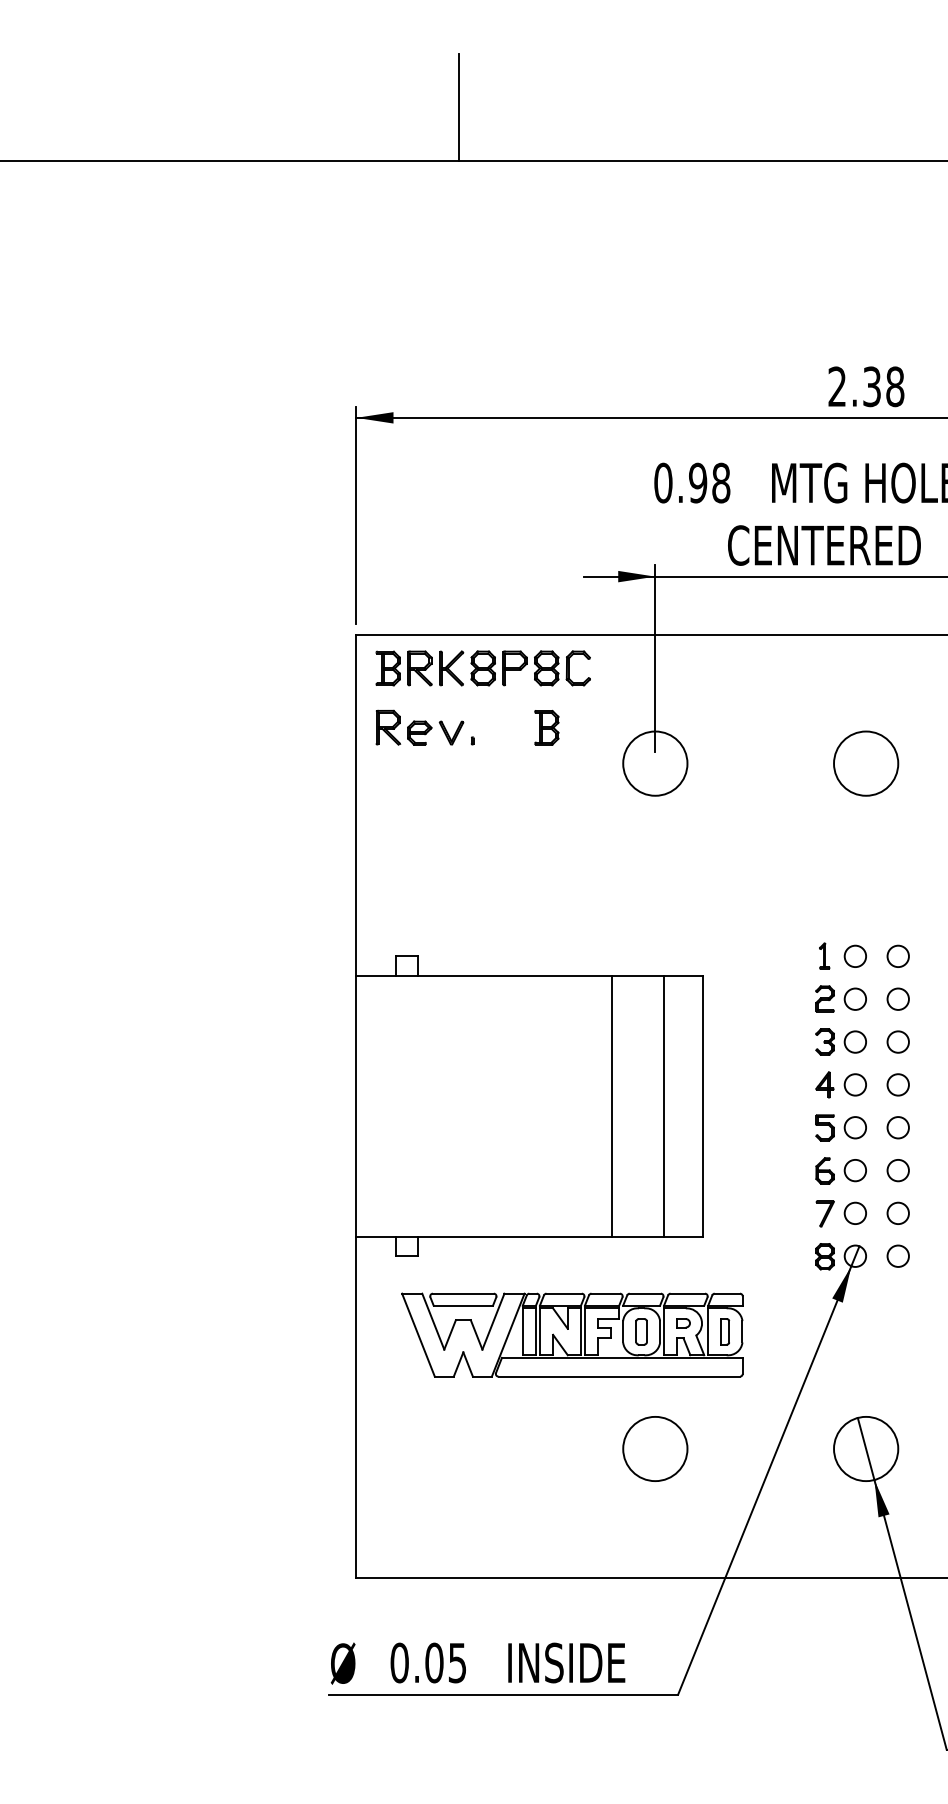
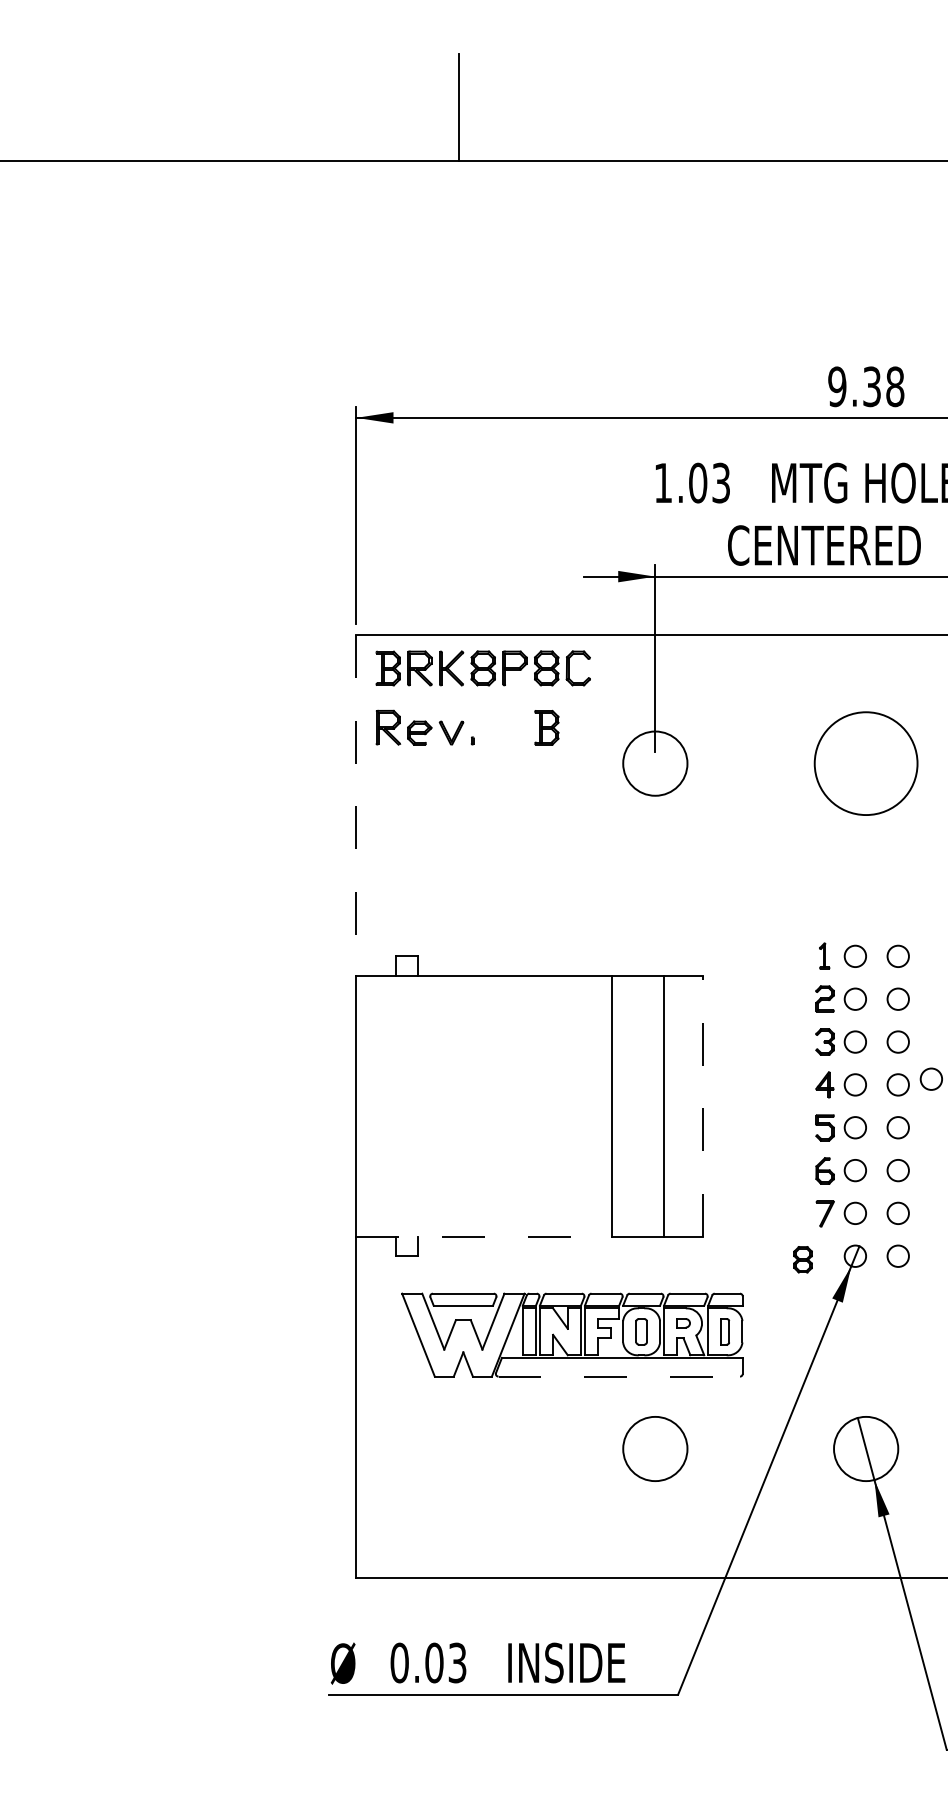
text at (837, 386): 2.38 -> 9.38
text at (692, 482): 0.98 -> 1.03
circle at (866, 763) diameter: 64 px -> 103 px
line at (356, 805): solid -> dashed
circle at (930, 1078): none -> present
line at (703, 1106): solid -> dashed
line at (484, 1236): solid -> dashed
part at (824, 1256) position: (824, 1256) -> (802, 1259)
line at (619, 1376): solid -> dashed
text at (457, 1662): 0.05 -> 0.03
